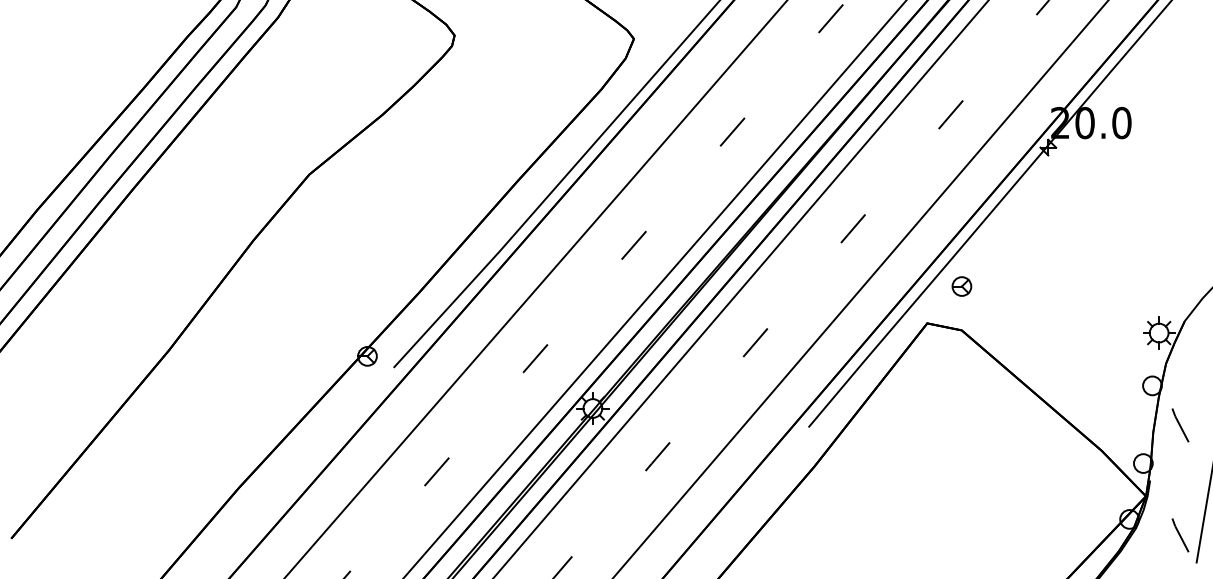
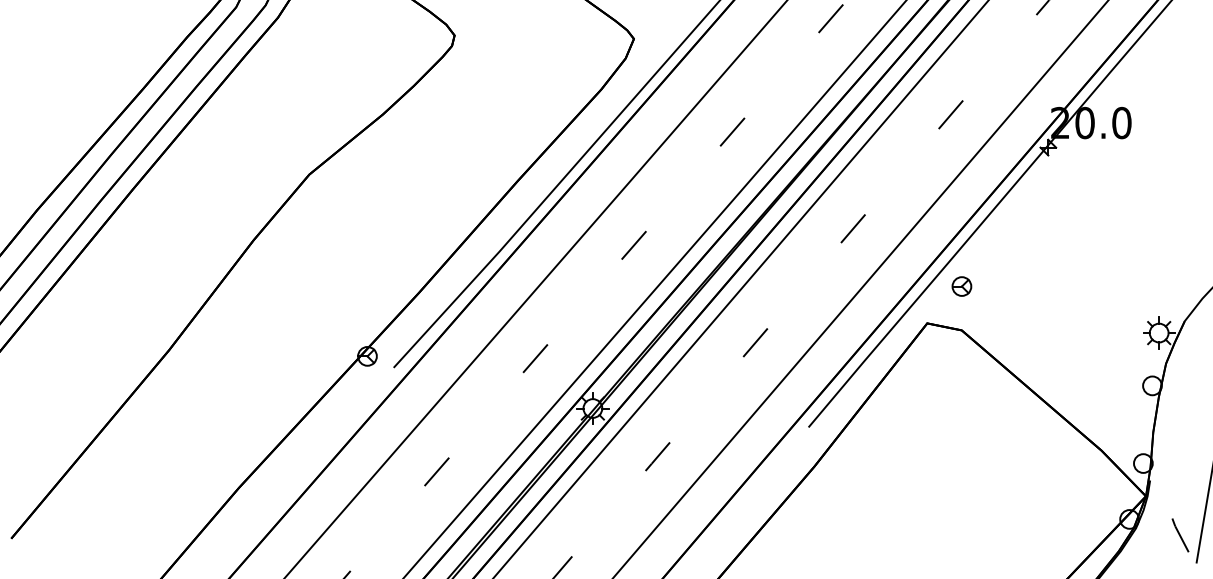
line at (1180, 425): present -> none
